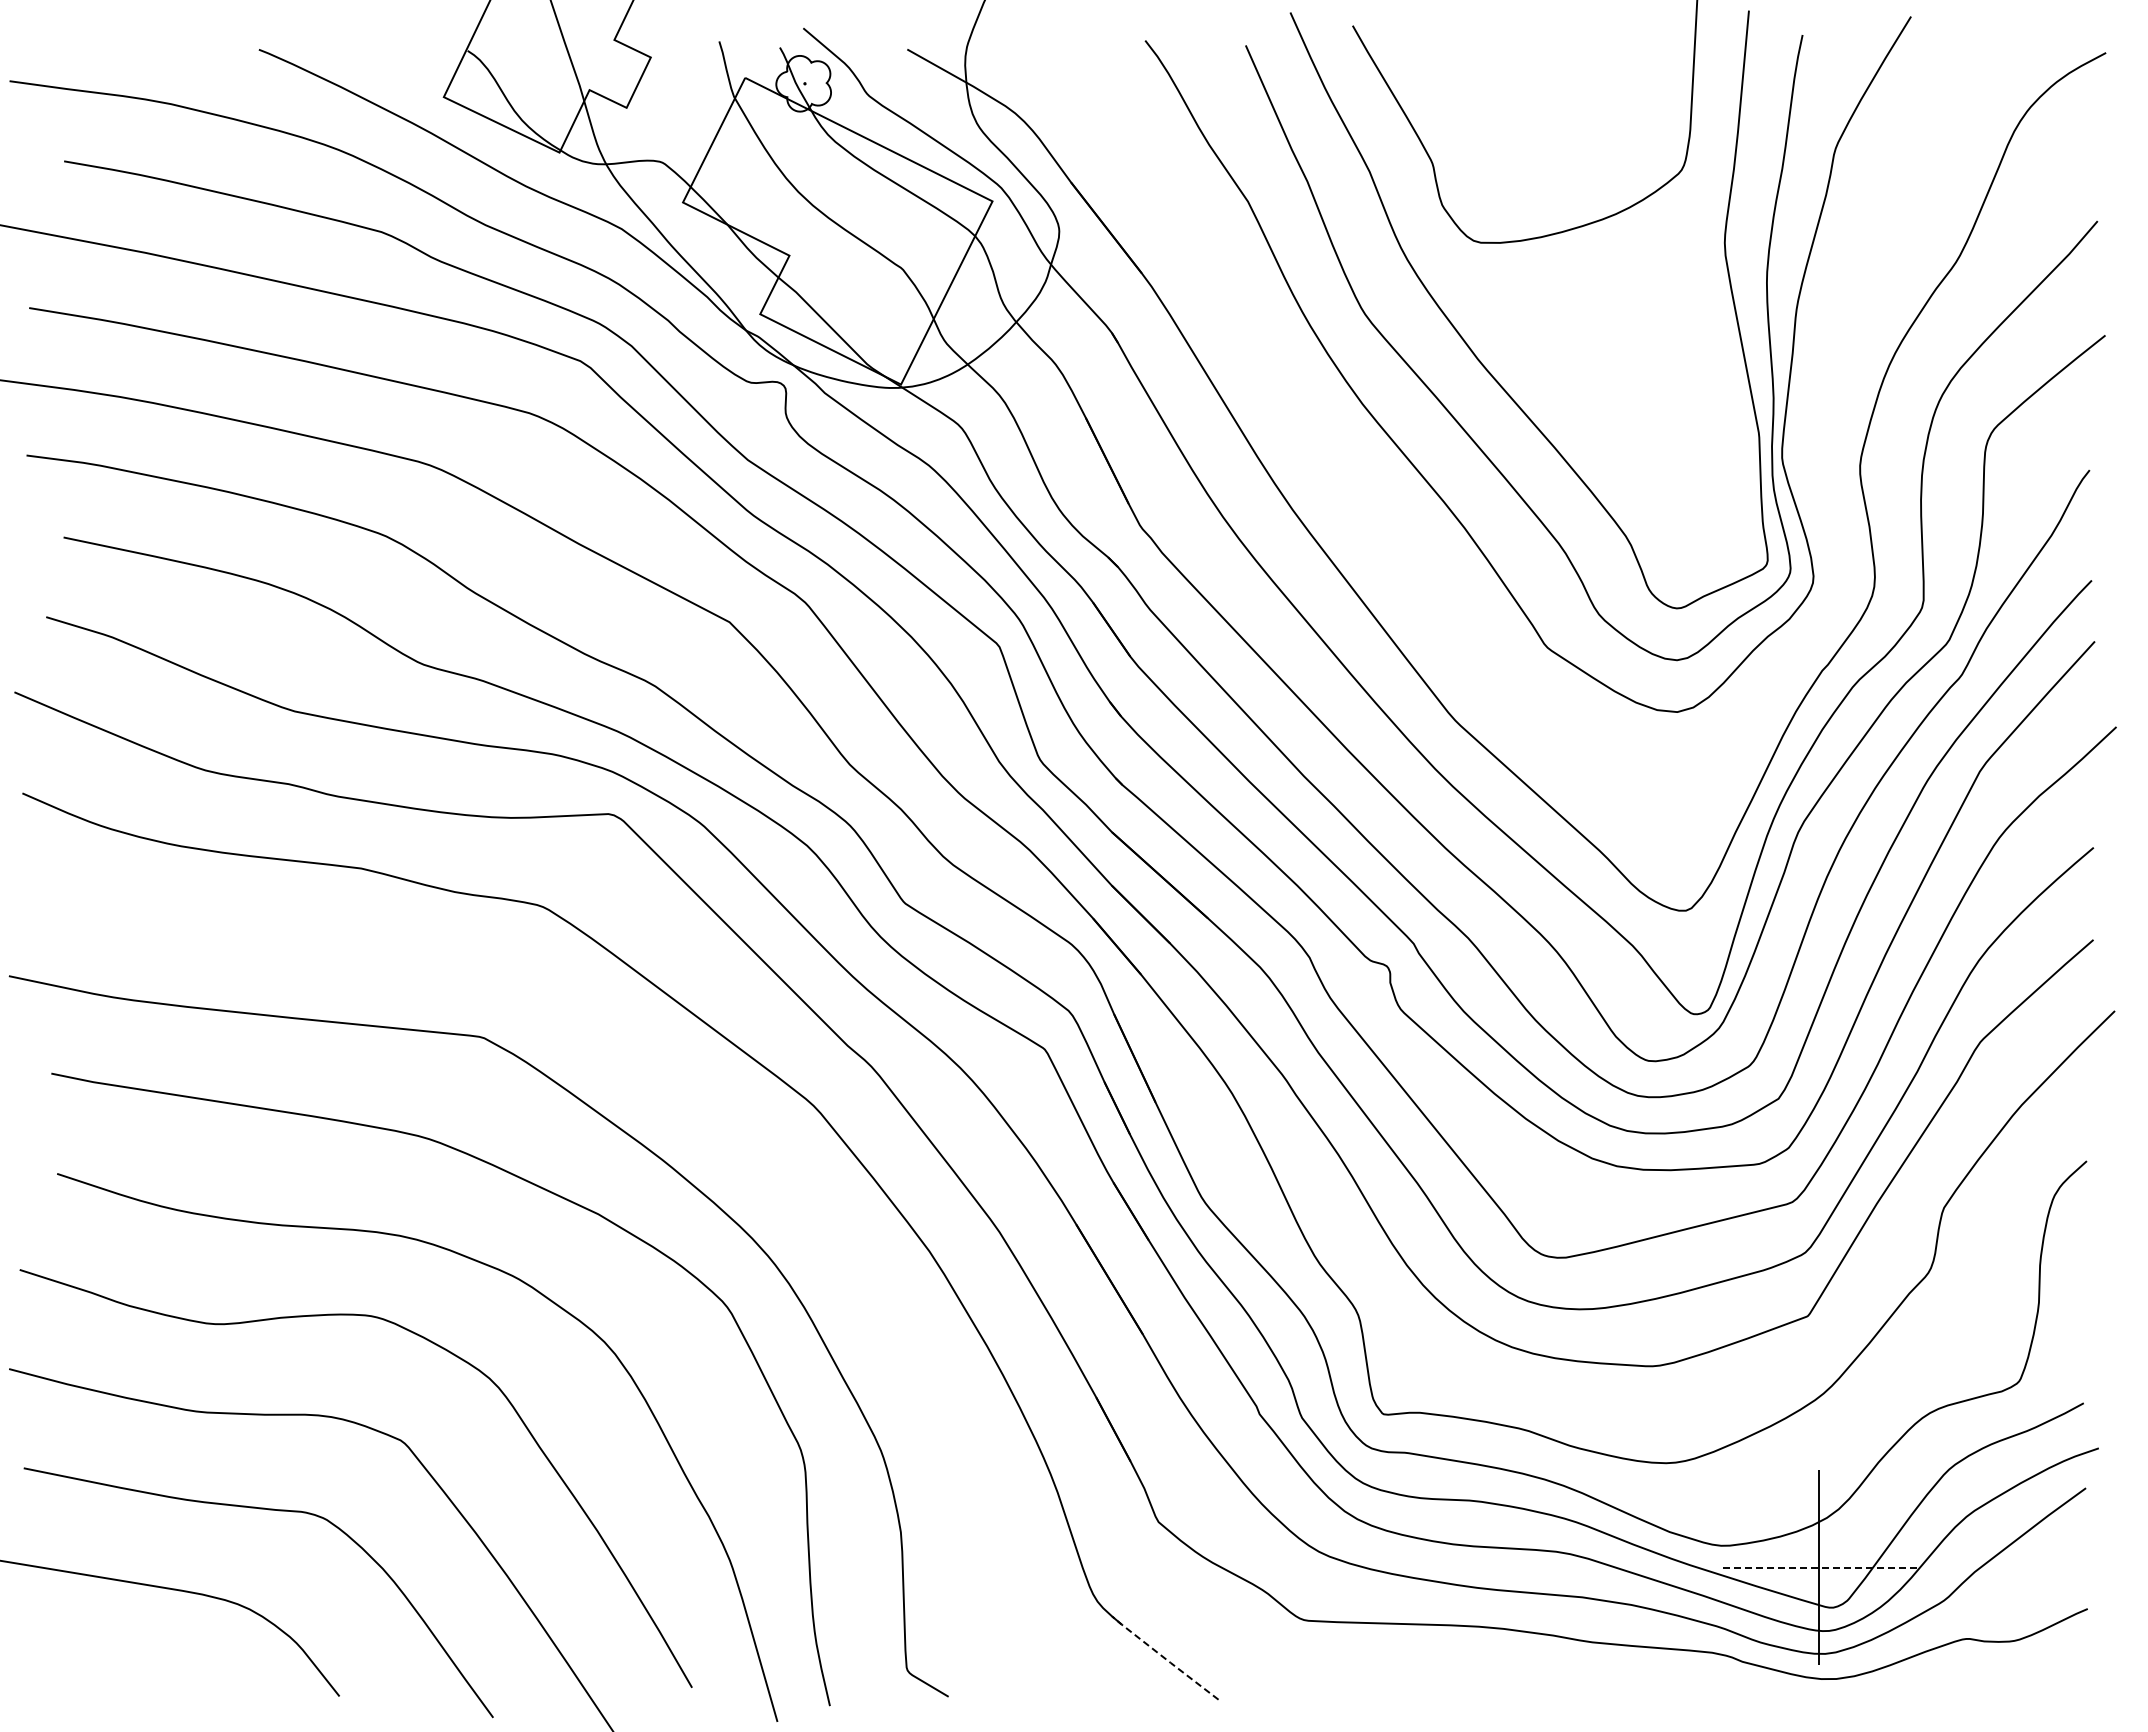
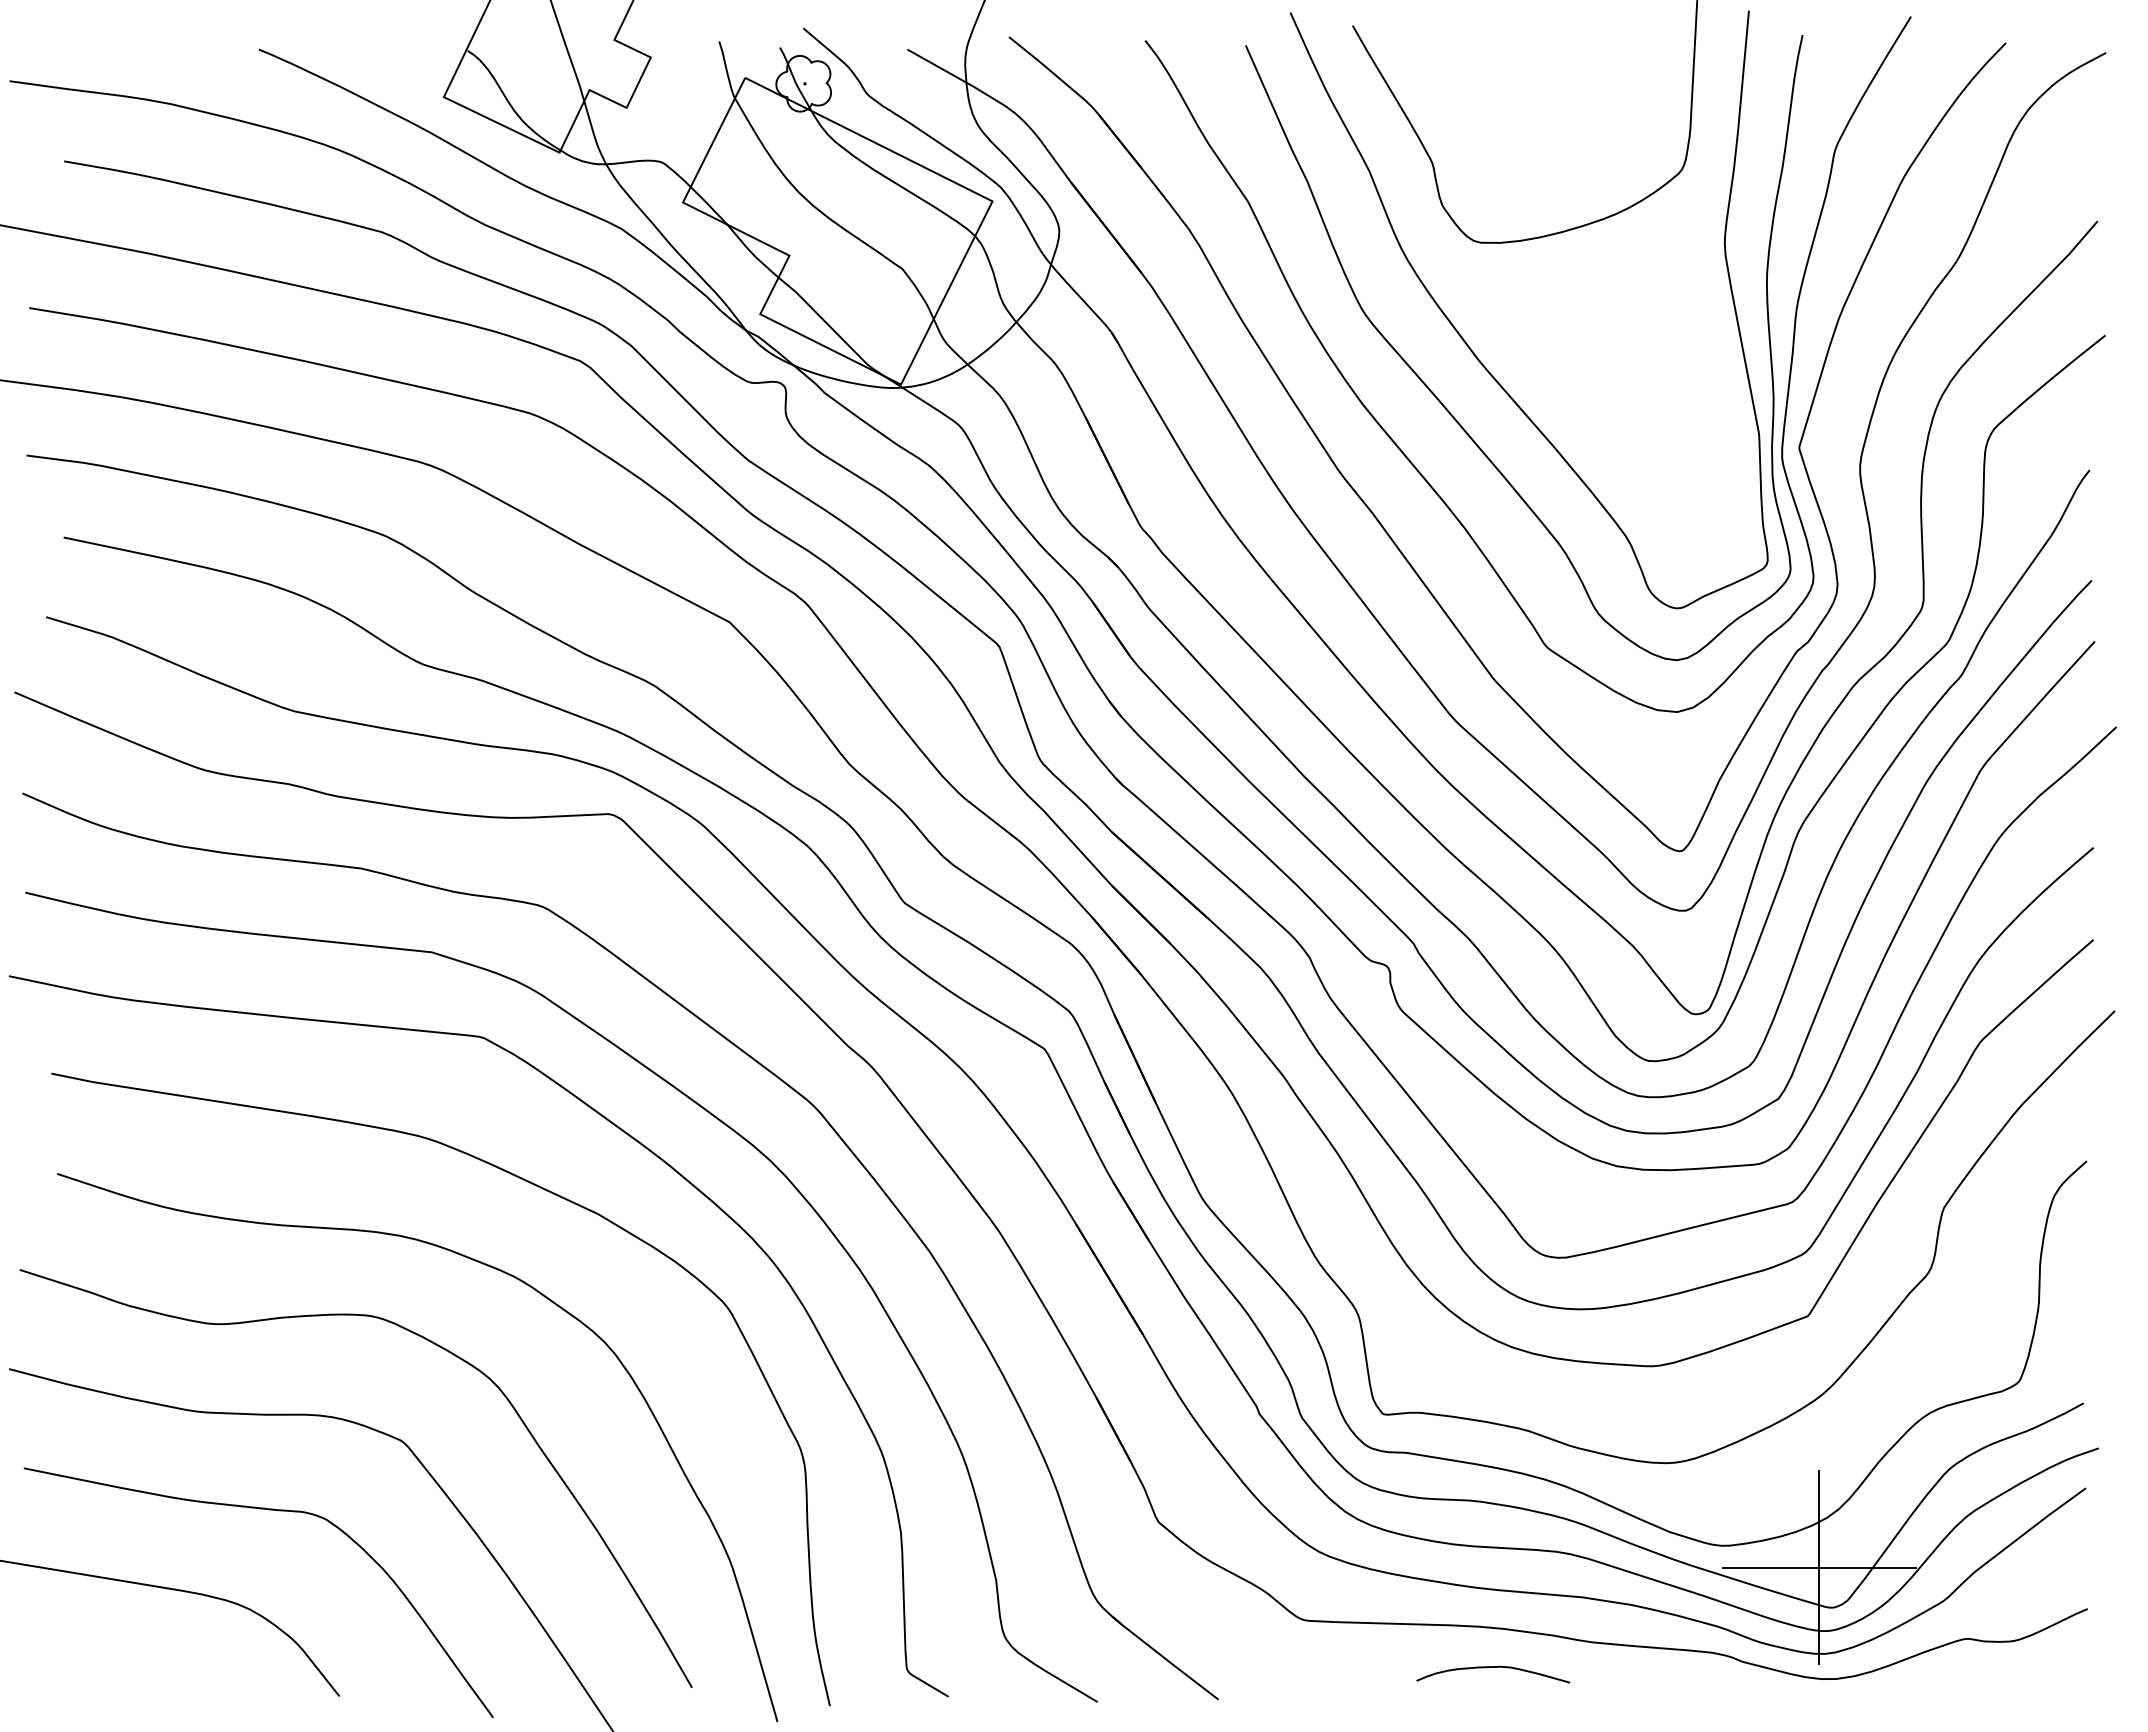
part at (1387, 531): none -> present
curve at (700, 1107): none -> present
line at (1819, 1567): dashed -> solid
line at (1164, 1658): dashed -> solid
curve at (1493, 1667): none -> present
